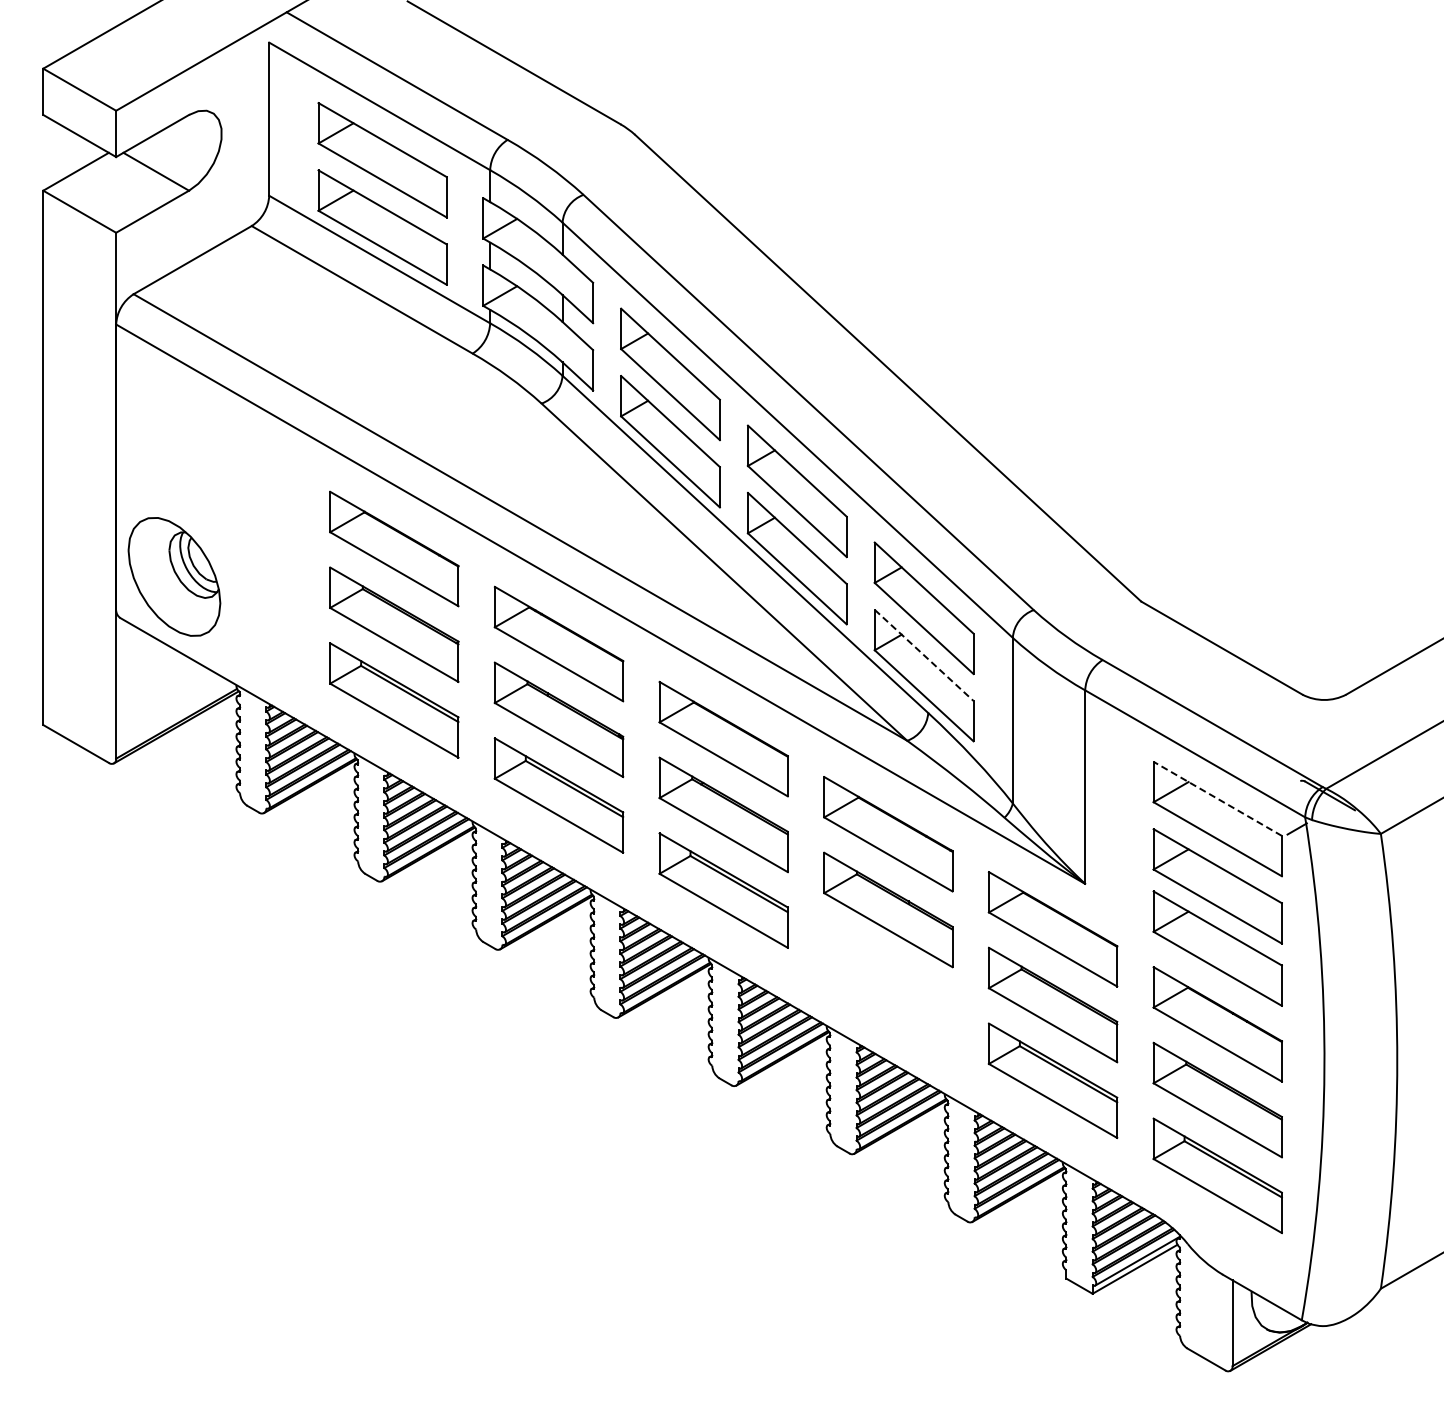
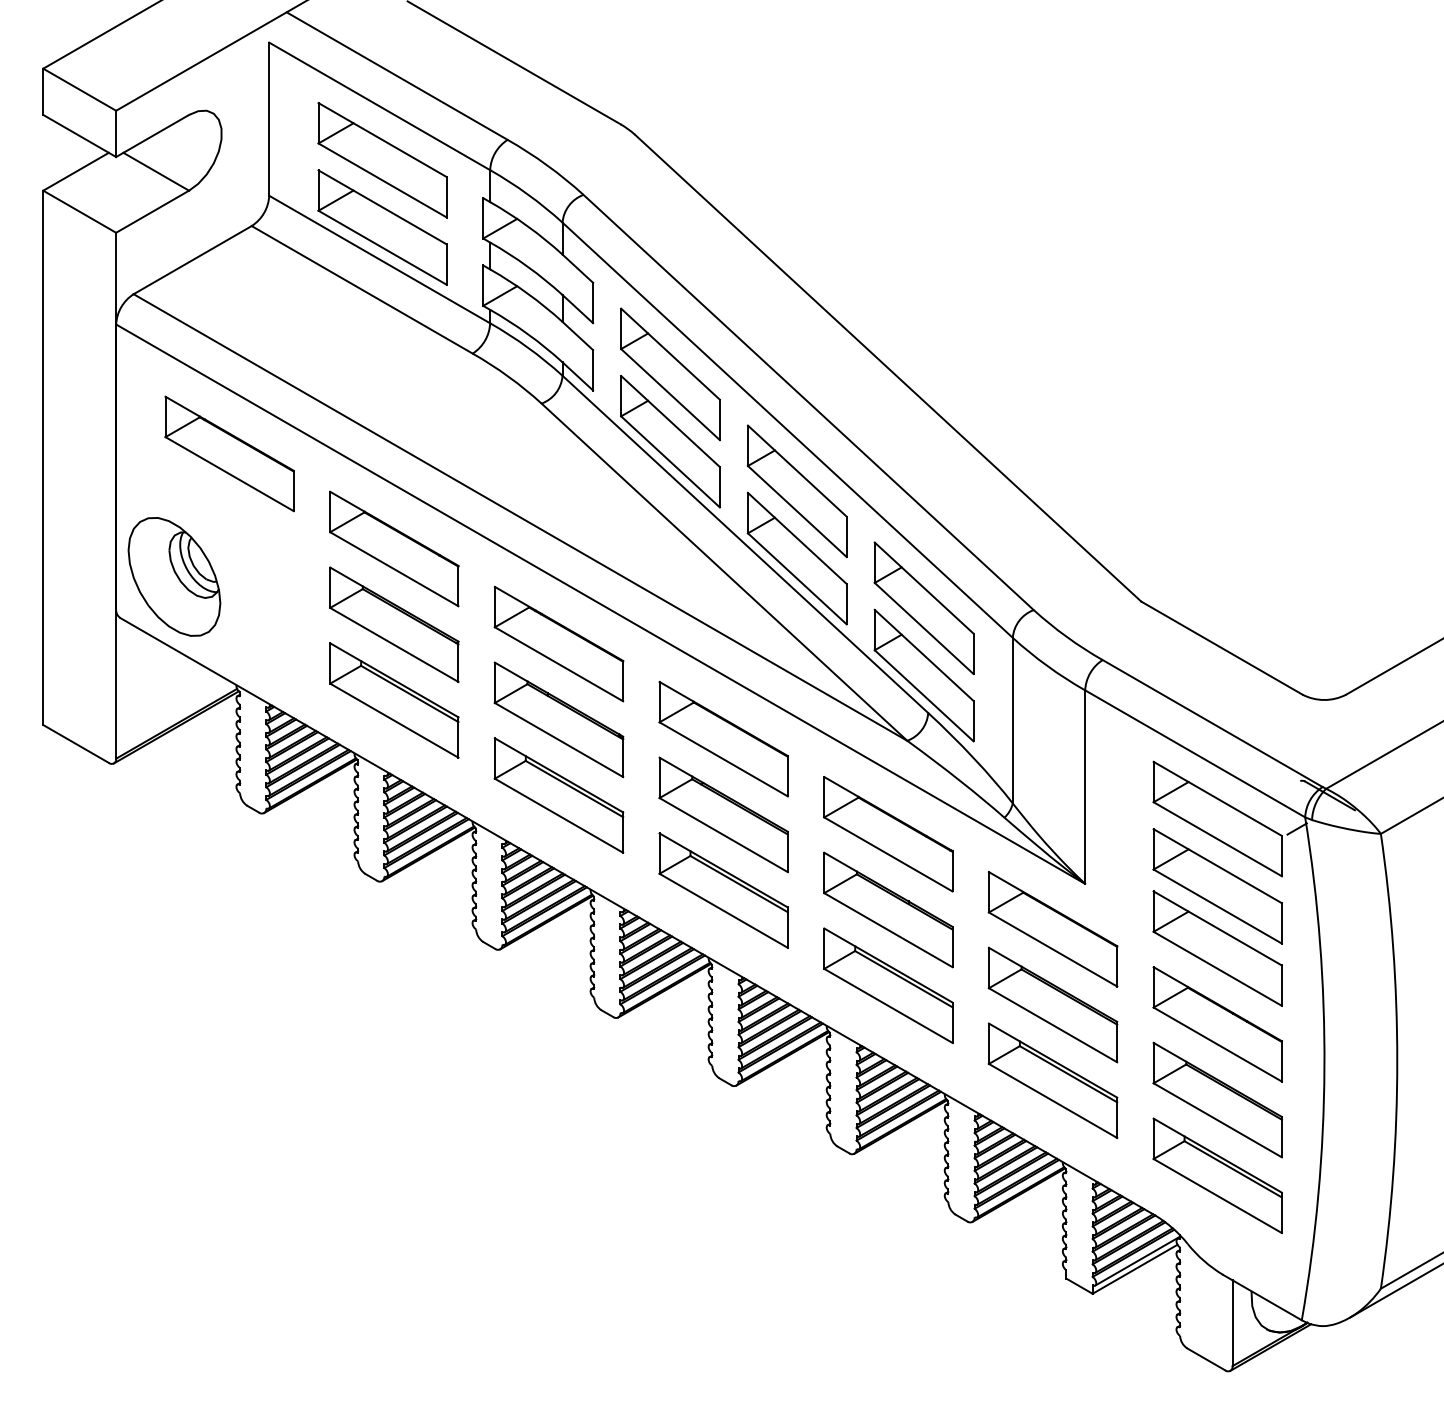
part at (229, 453): none -> present
line at (924, 655): dashed -> solid
line at (1217, 798): dashed -> solid
part at (888, 985): none -> present
line at (1395, 1291): none -> present
